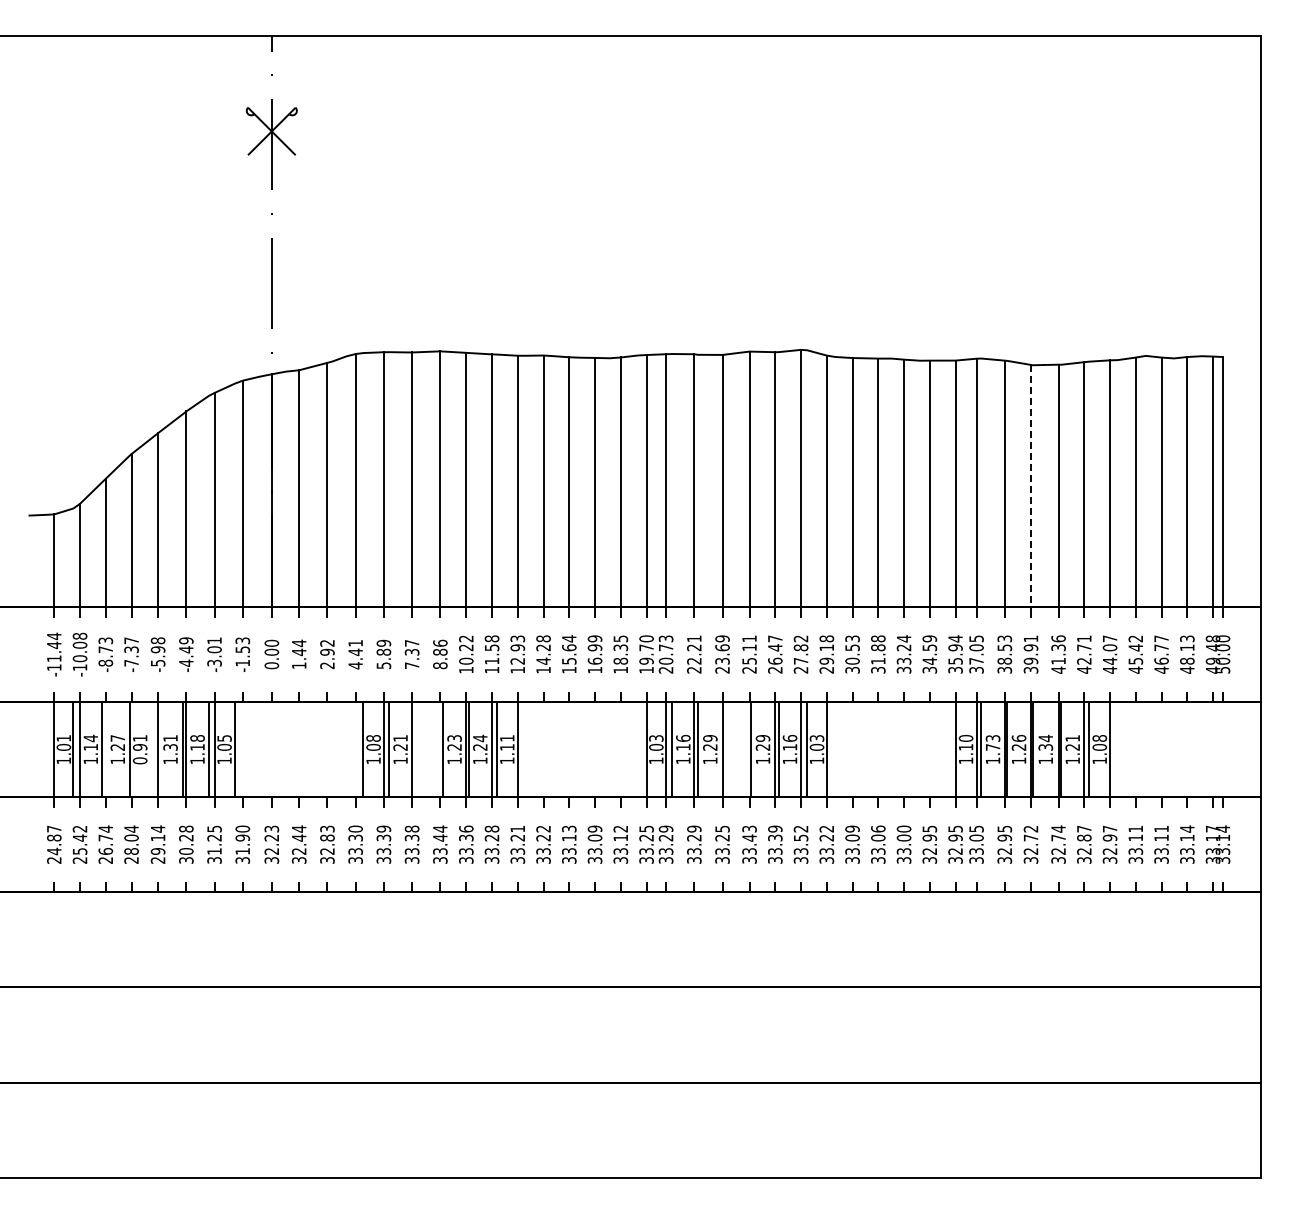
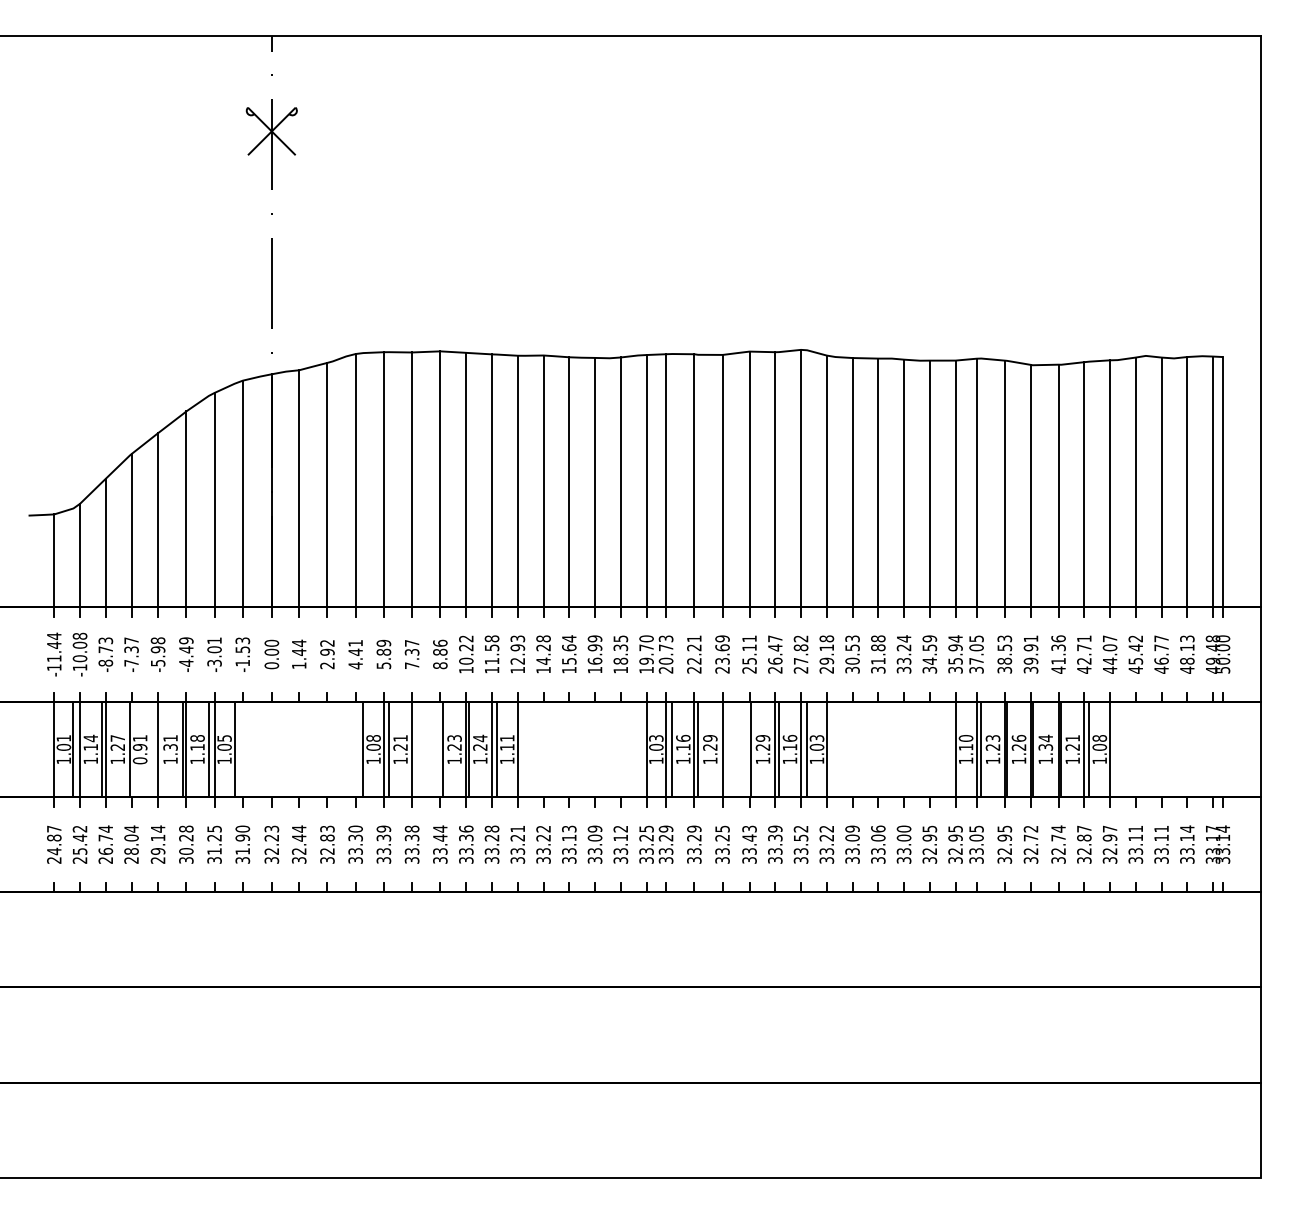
line at (1031, 486): dashed -> solid
text at (992, 747): 1.73 -> 1.23
line at (105, 749): none -> present
